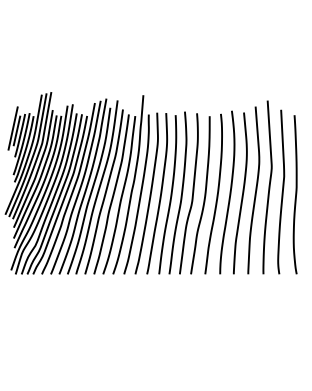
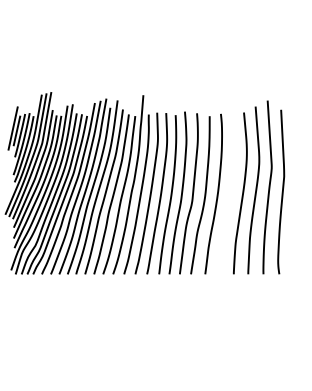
curve at (229, 192): present -> none
curve at (295, 194): present -> none
